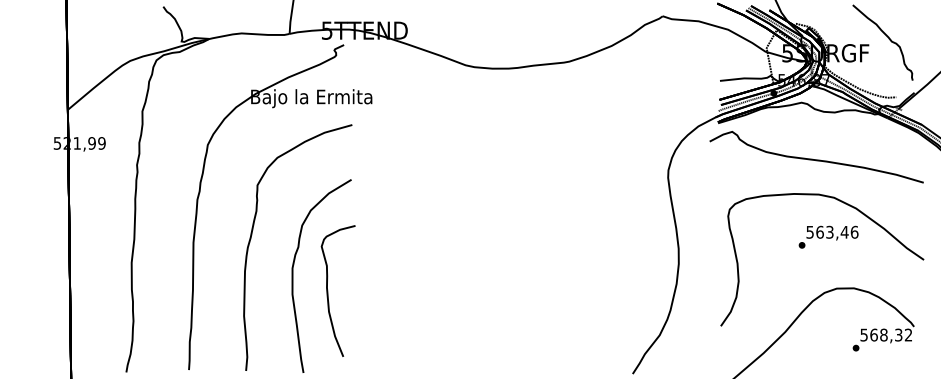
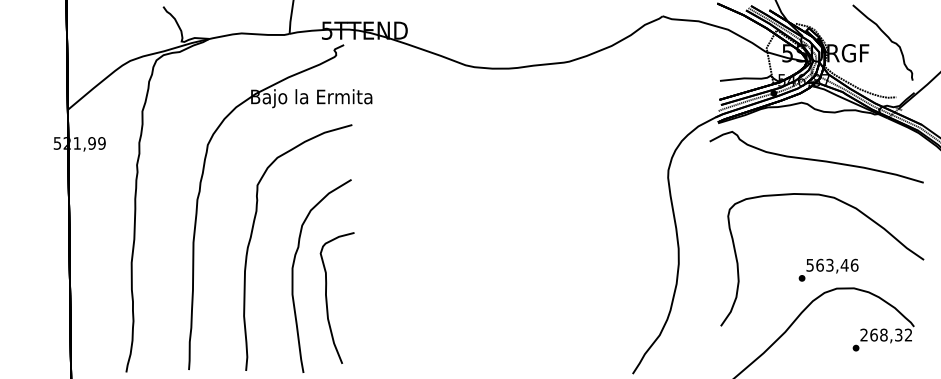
text at (828, 236) position: (828, 236) -> (828, 269)
part at (328, 290) position: (328, 290) -> (327, 297)
text at (863, 334): 568,32 -> 268,32
